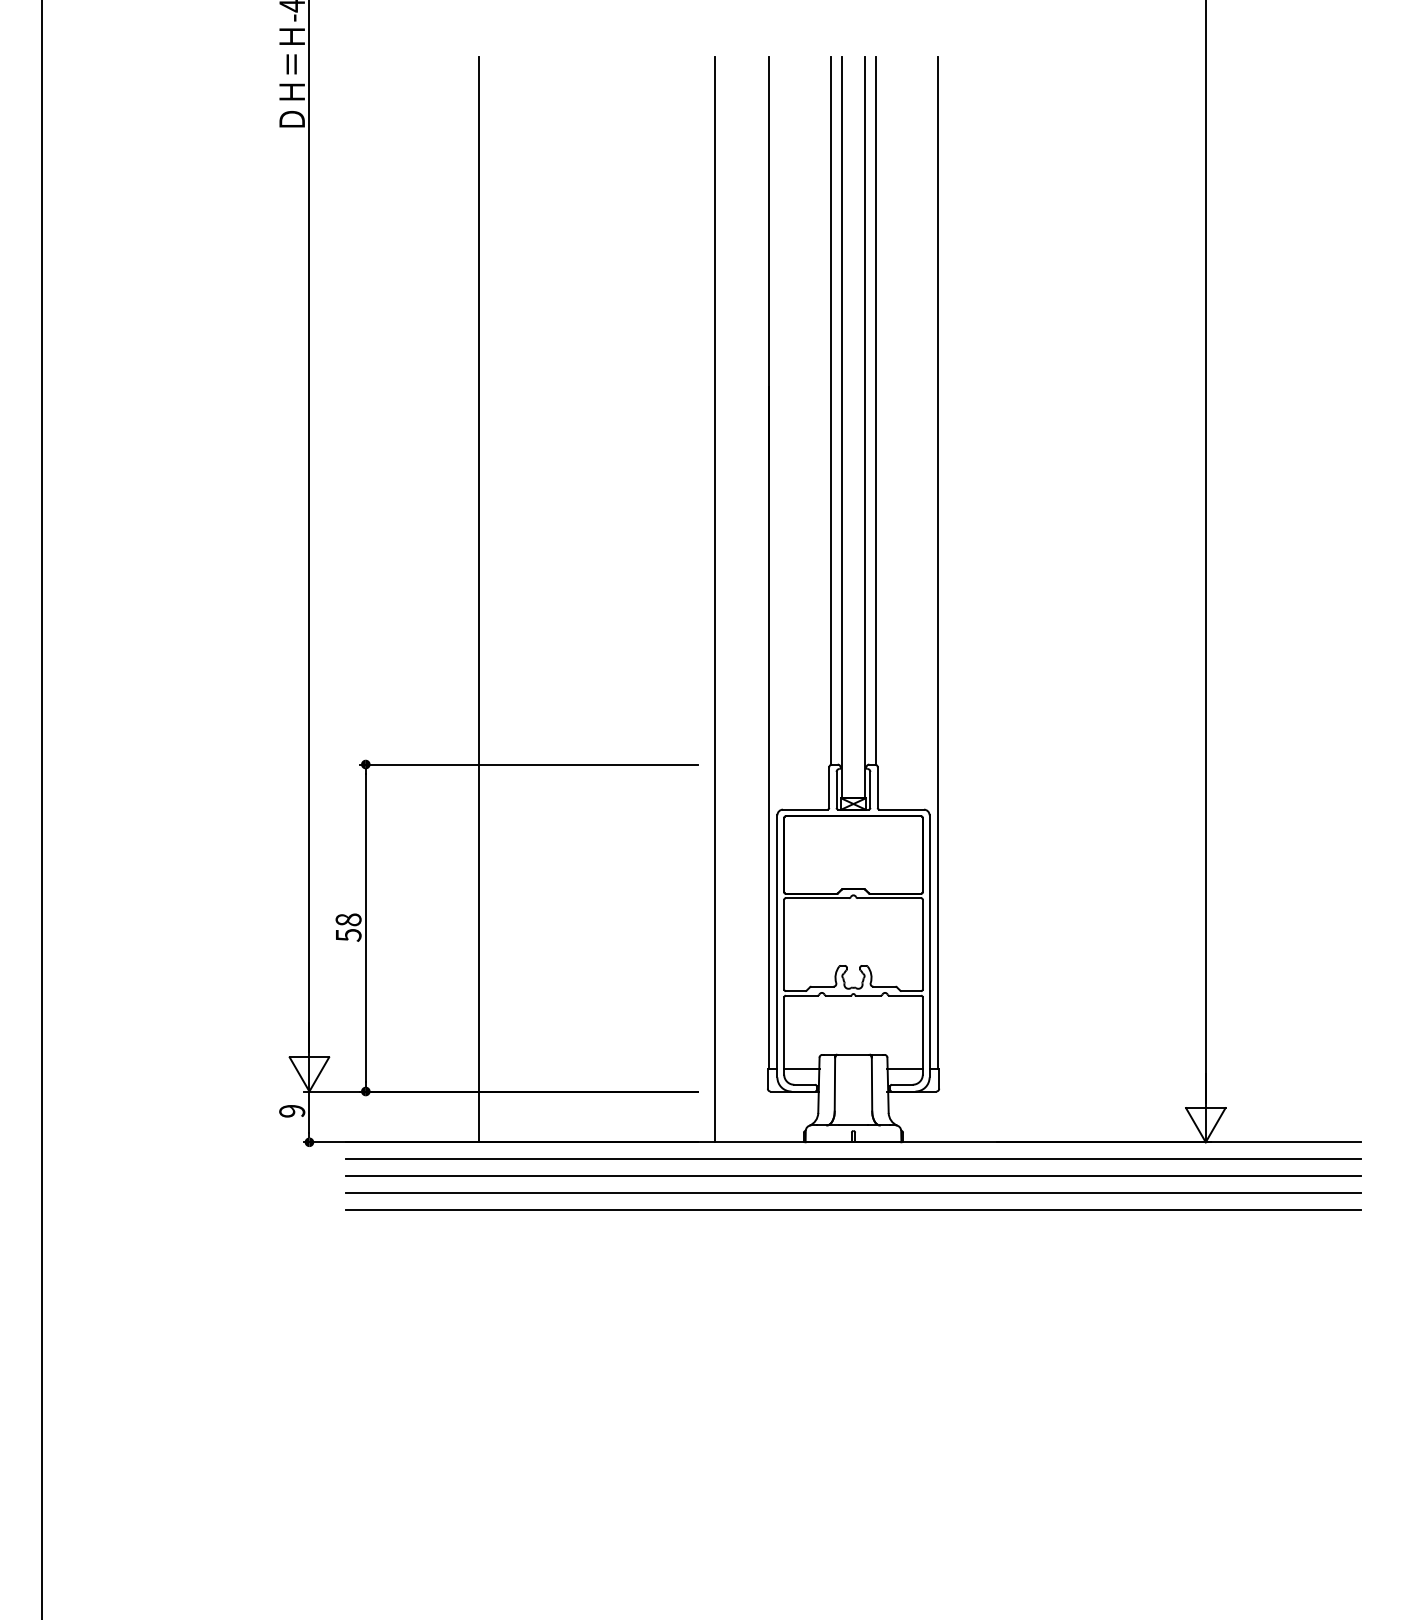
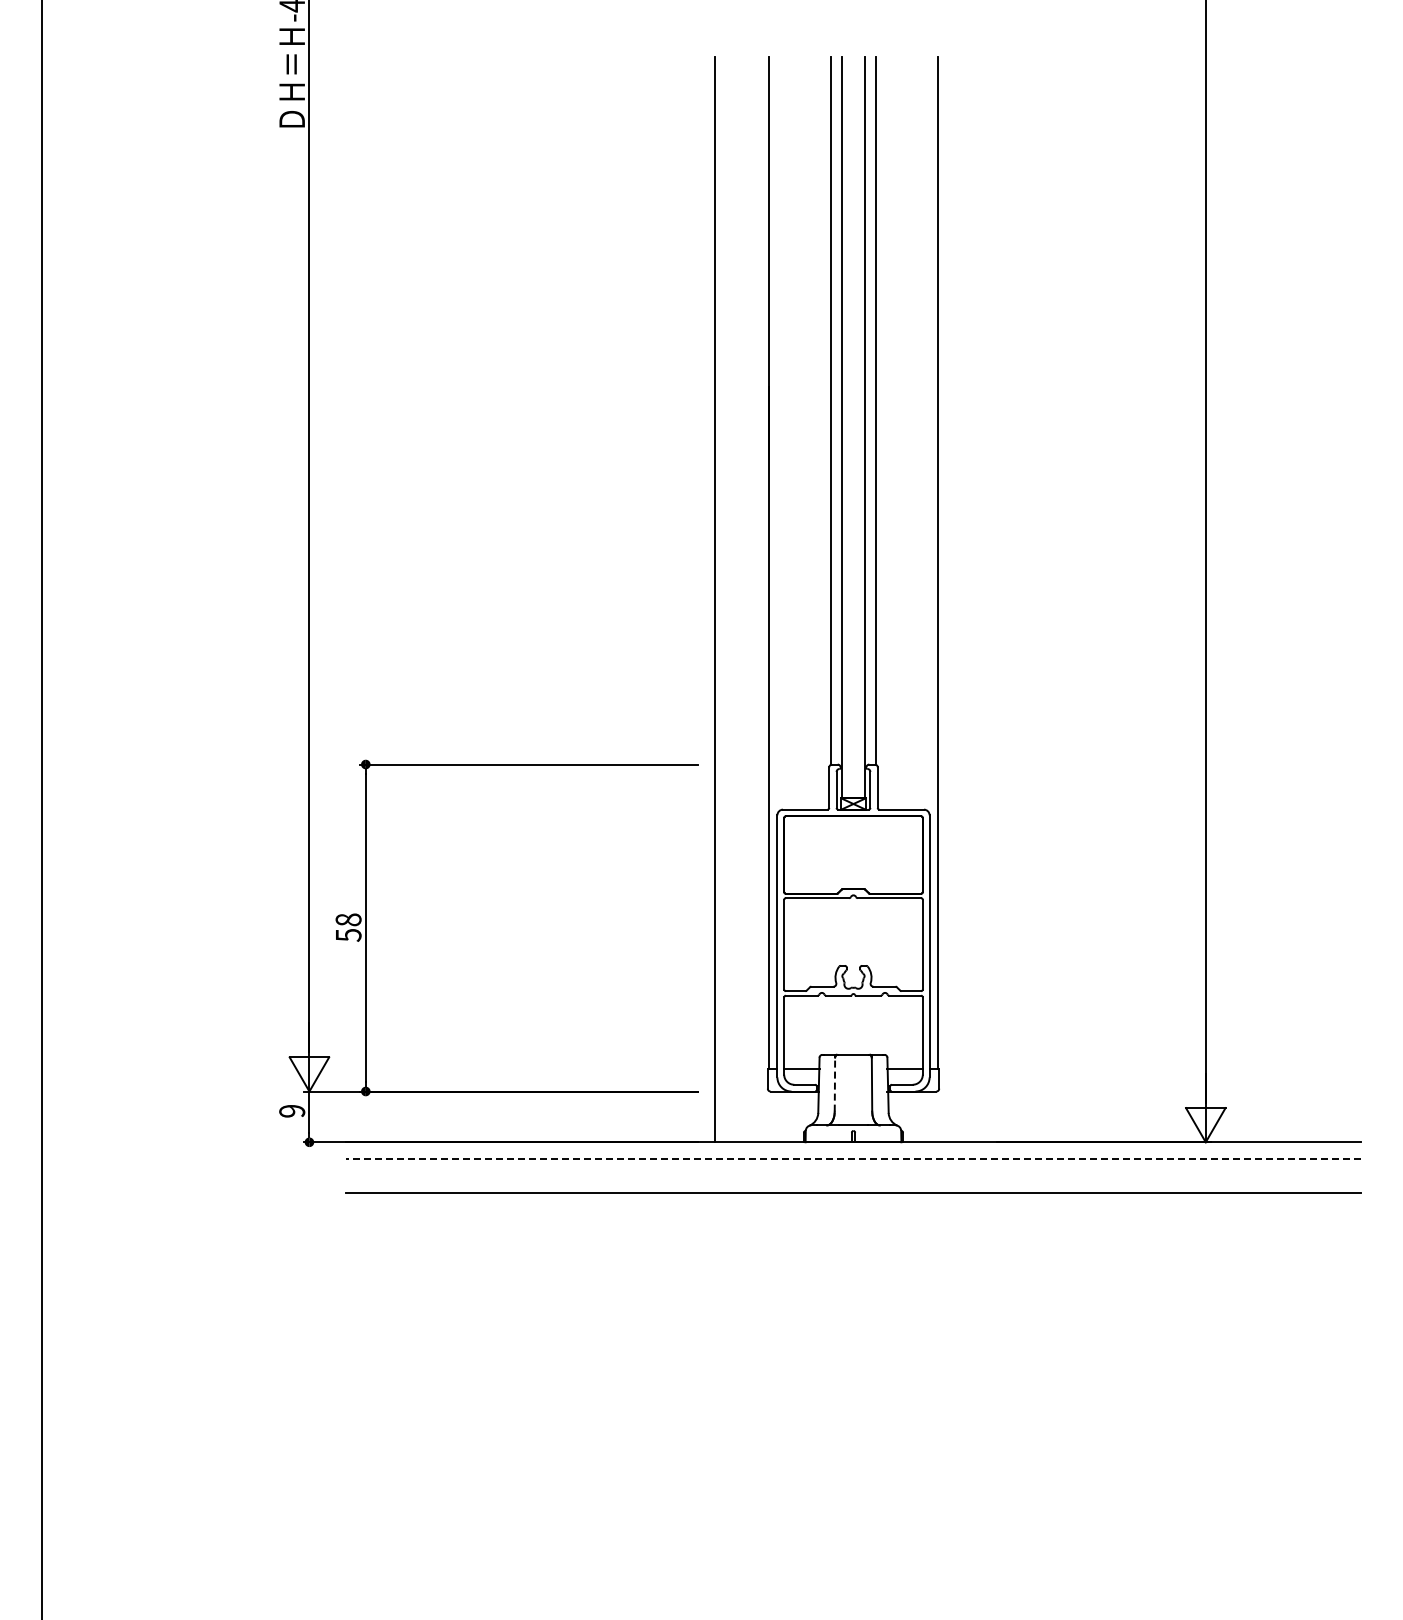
line at (478, 599): present -> none
line at (834, 1084): solid -> dashed
line at (852, 1159): solid -> dashed
line at (853, 1176): present -> none
line at (853, 1209): present -> none
